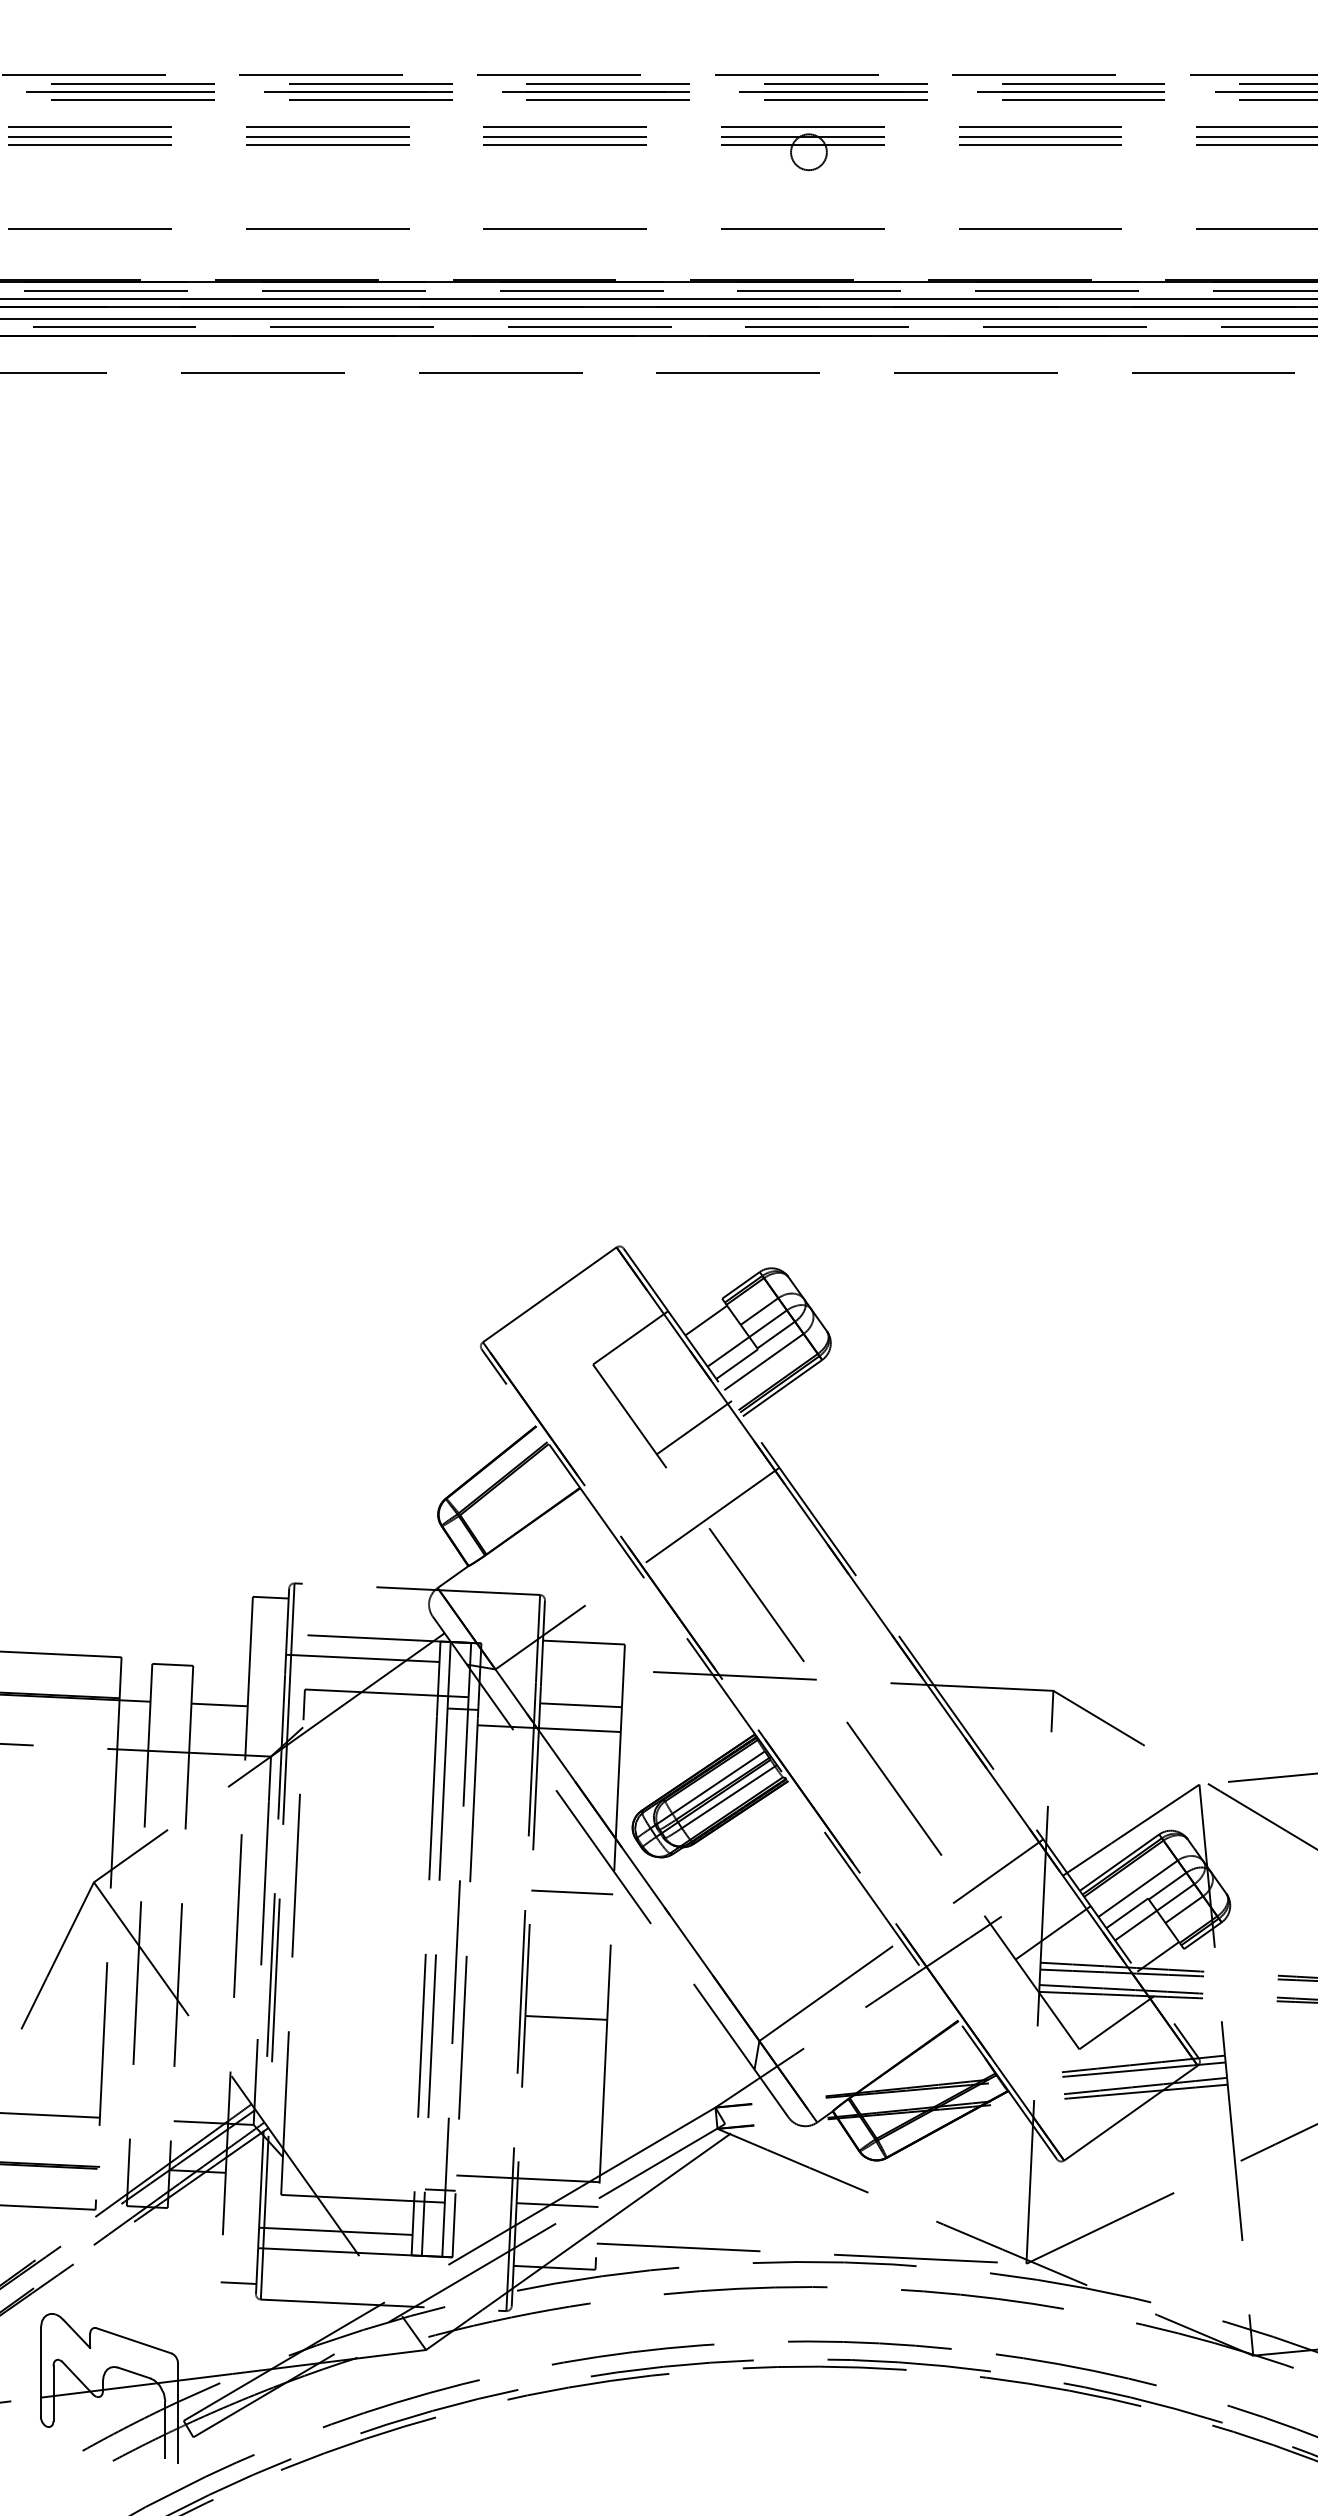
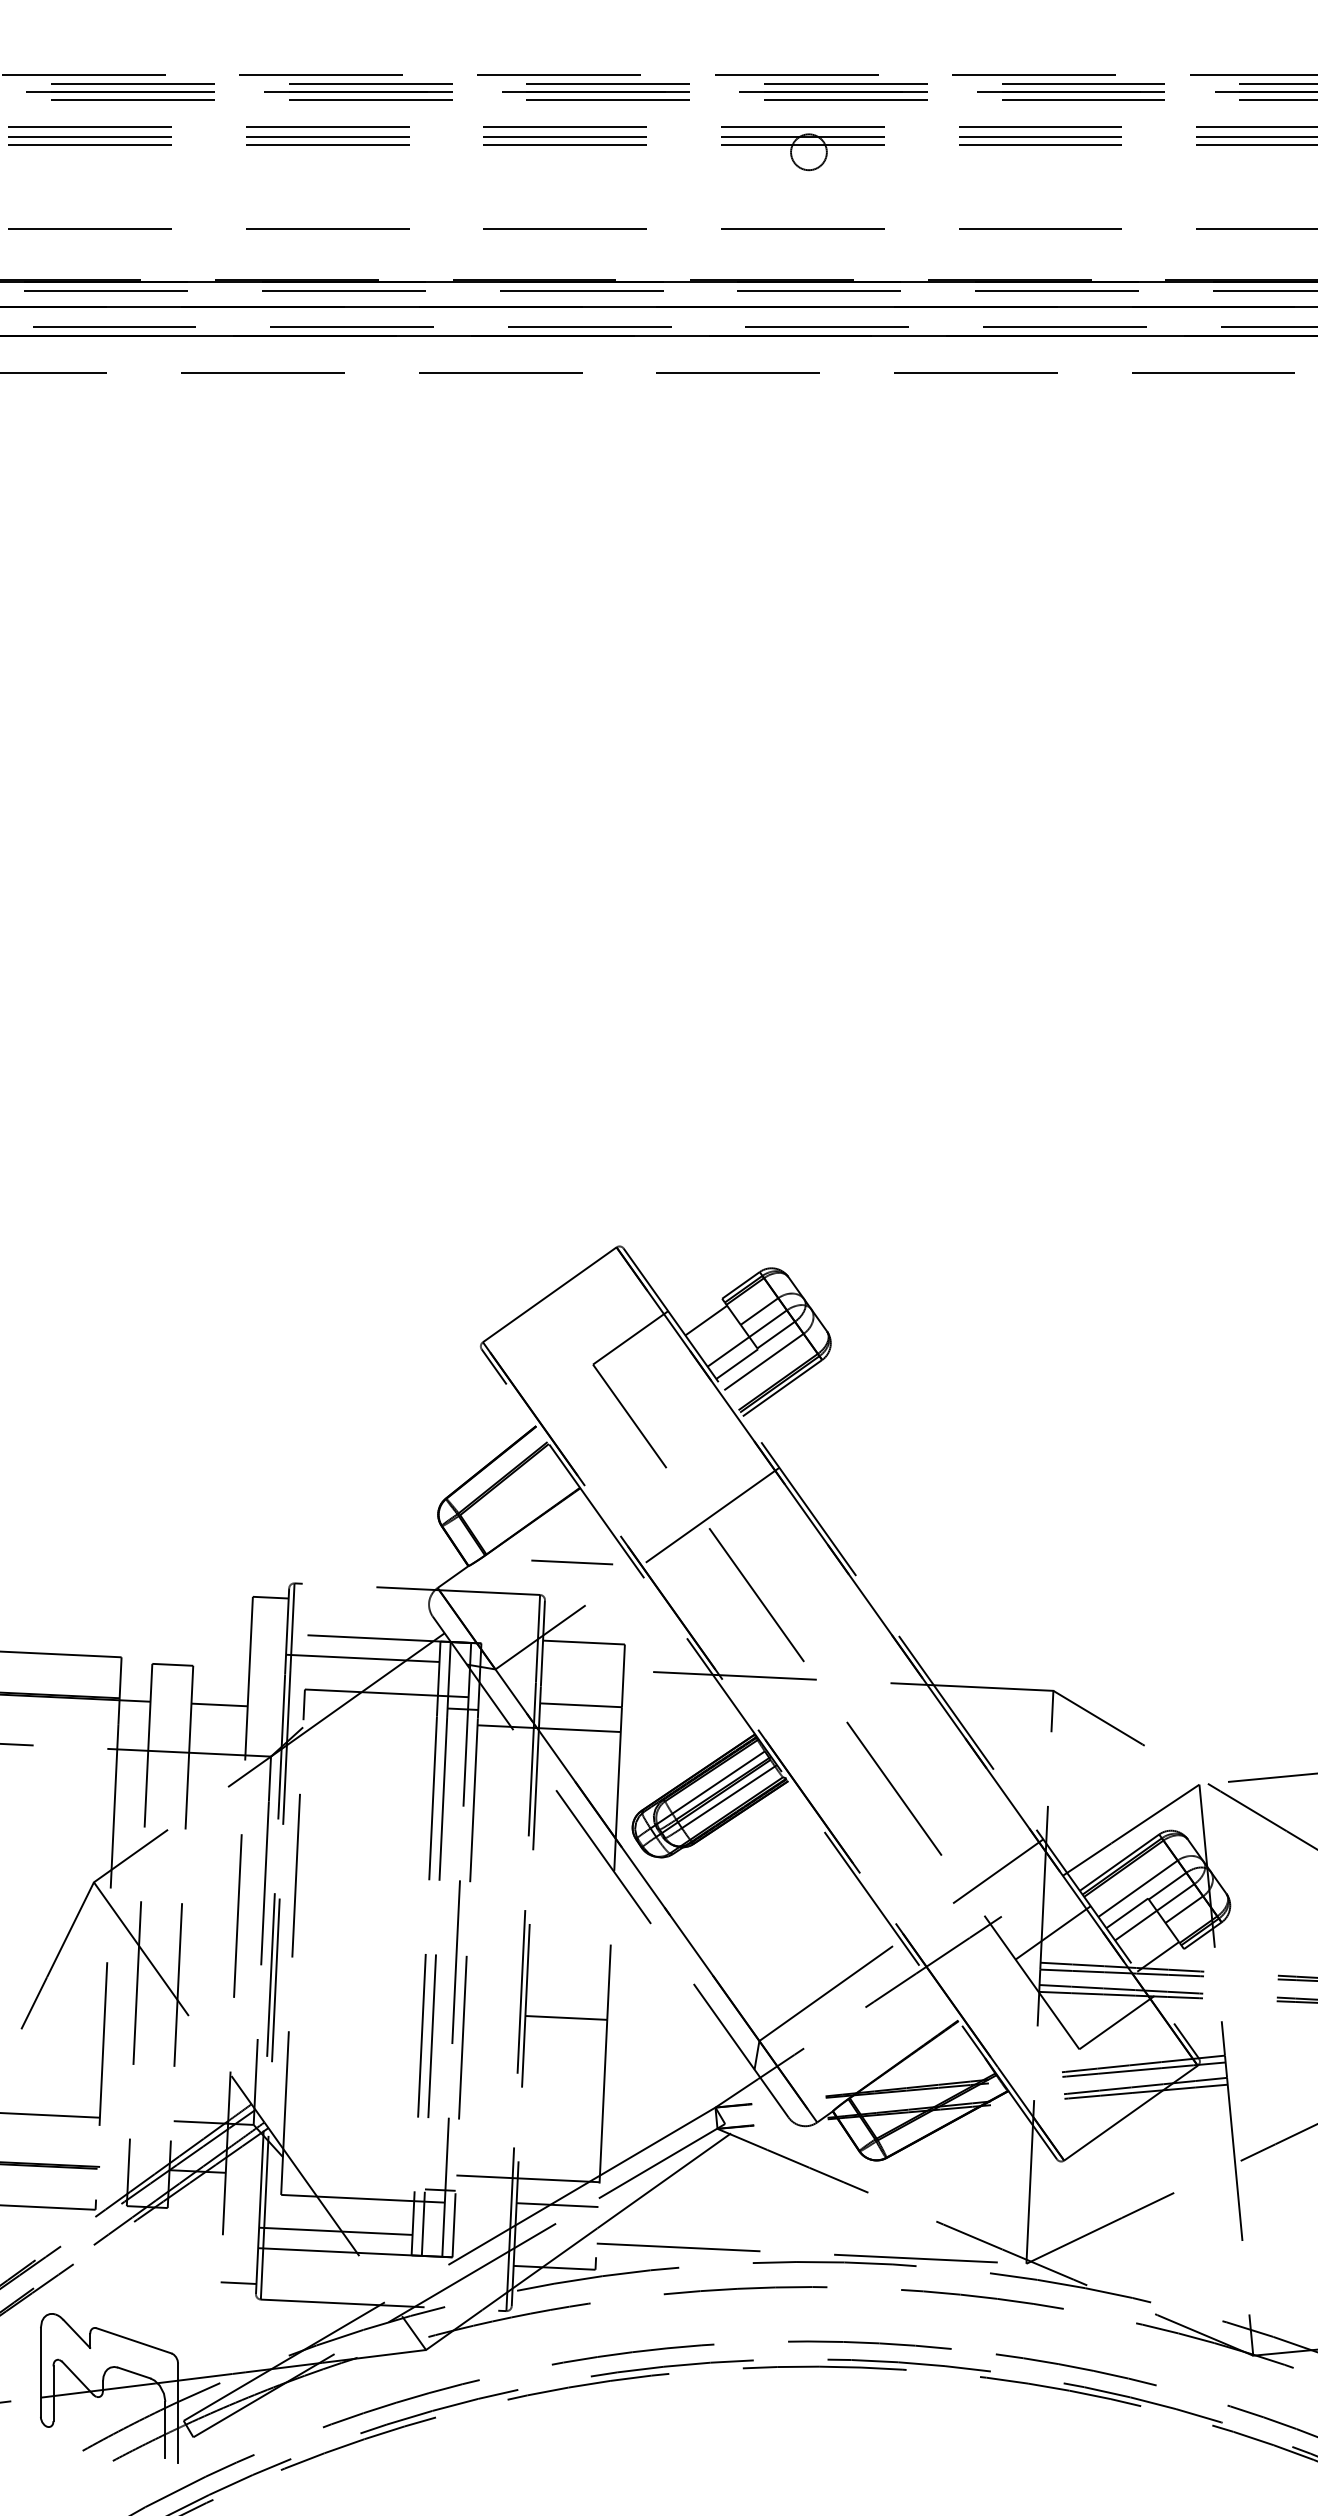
line at (658, 298): present -> none
line at (658, 319): present -> none
line at (693, 1427): present -> none
line at (572, 1892) position: (572, 1892) -> (572, 1562)
